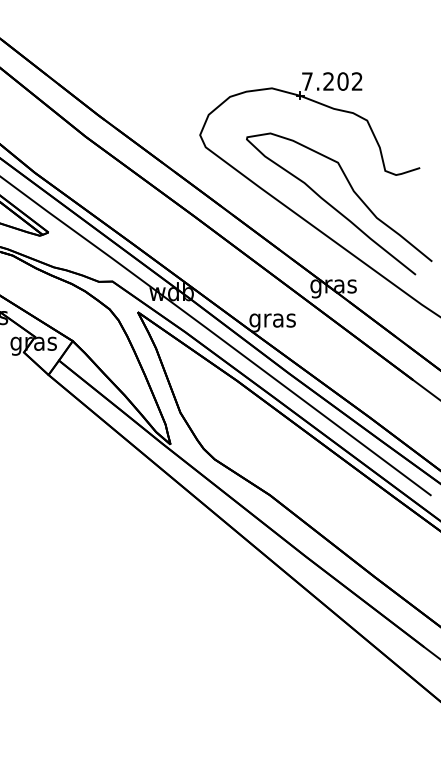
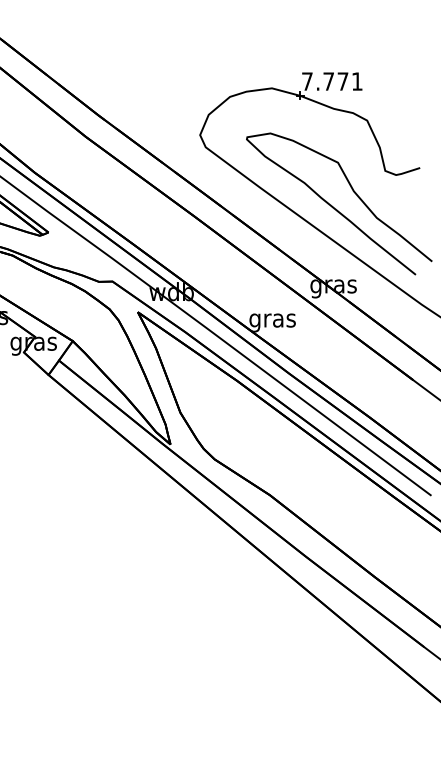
text at (342, 81): 7.202 -> 7.771
